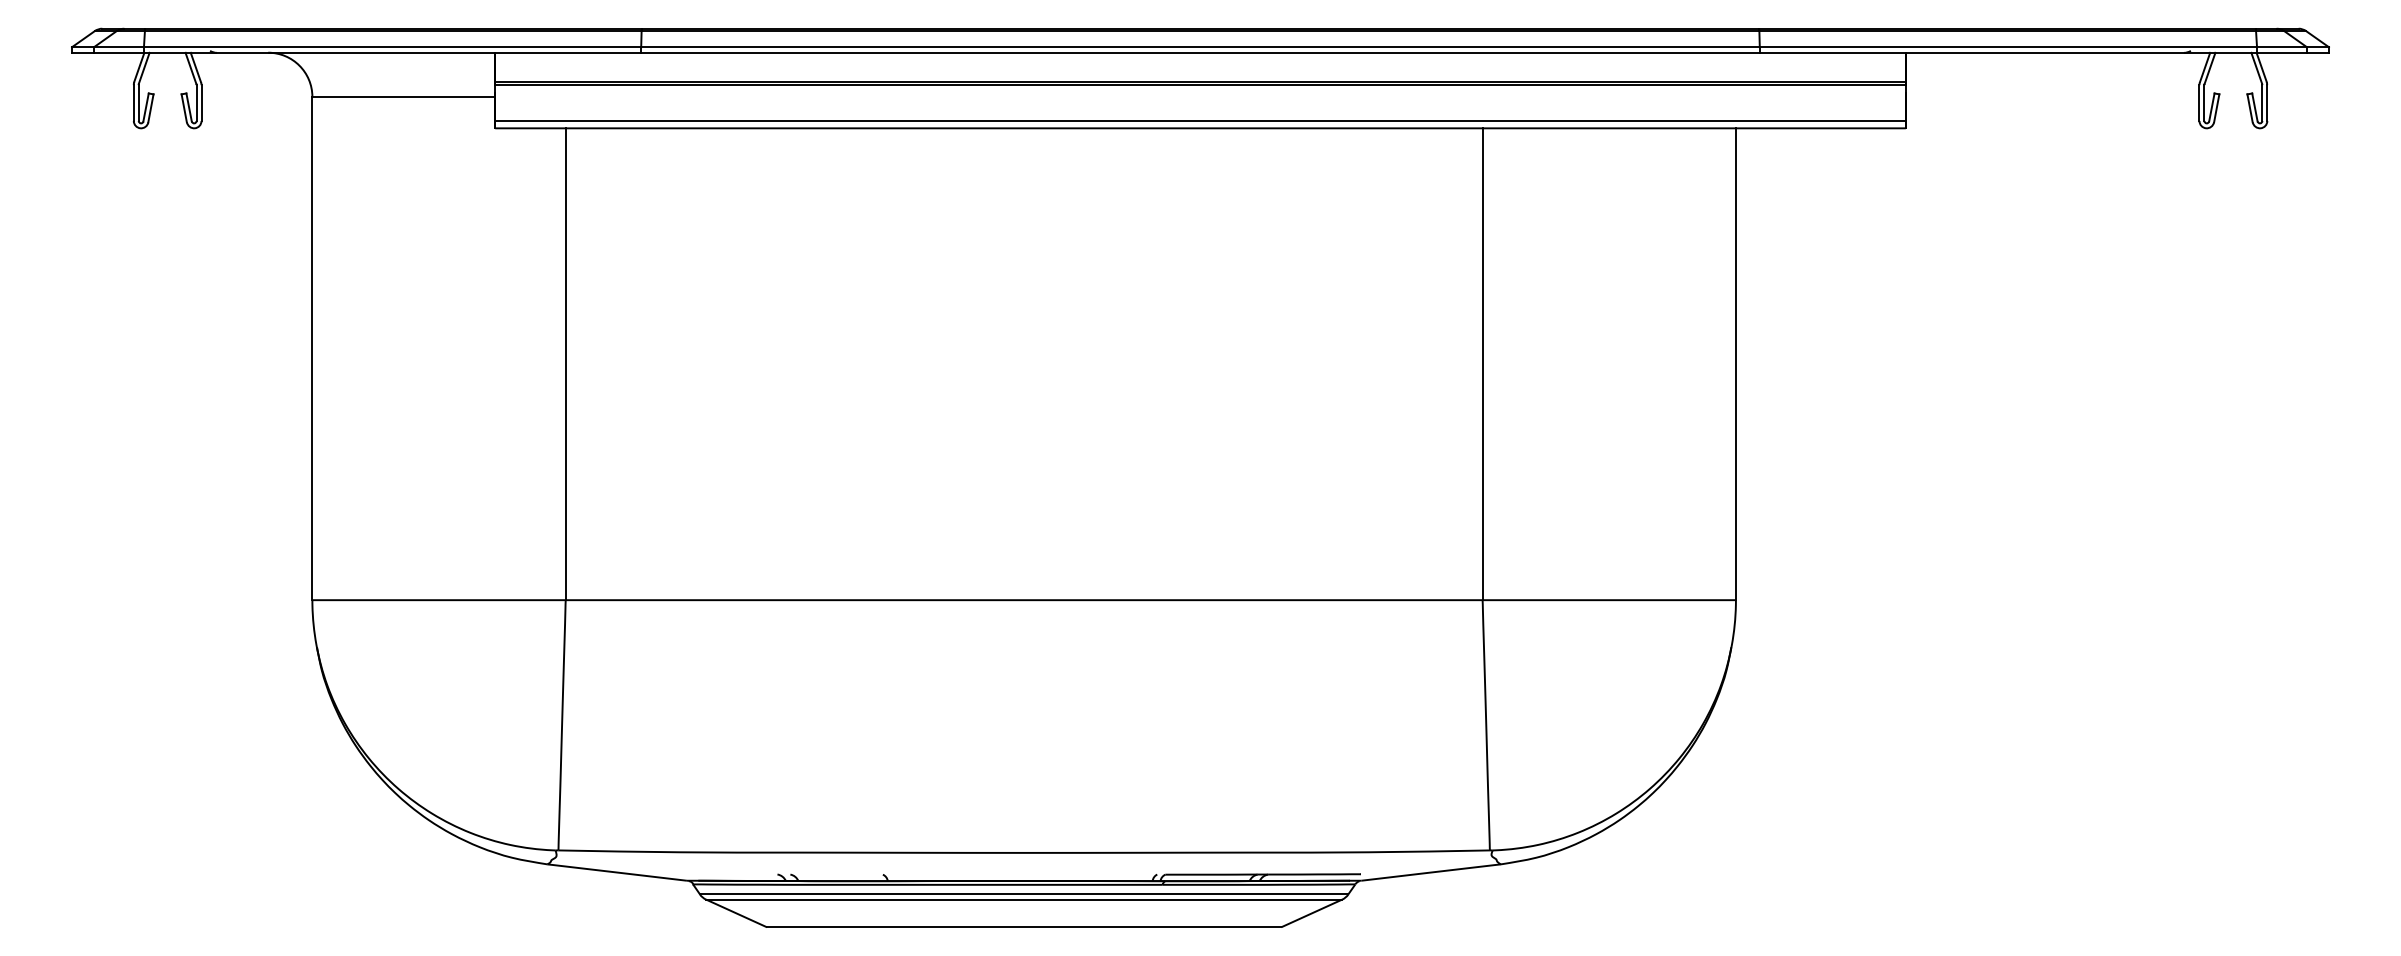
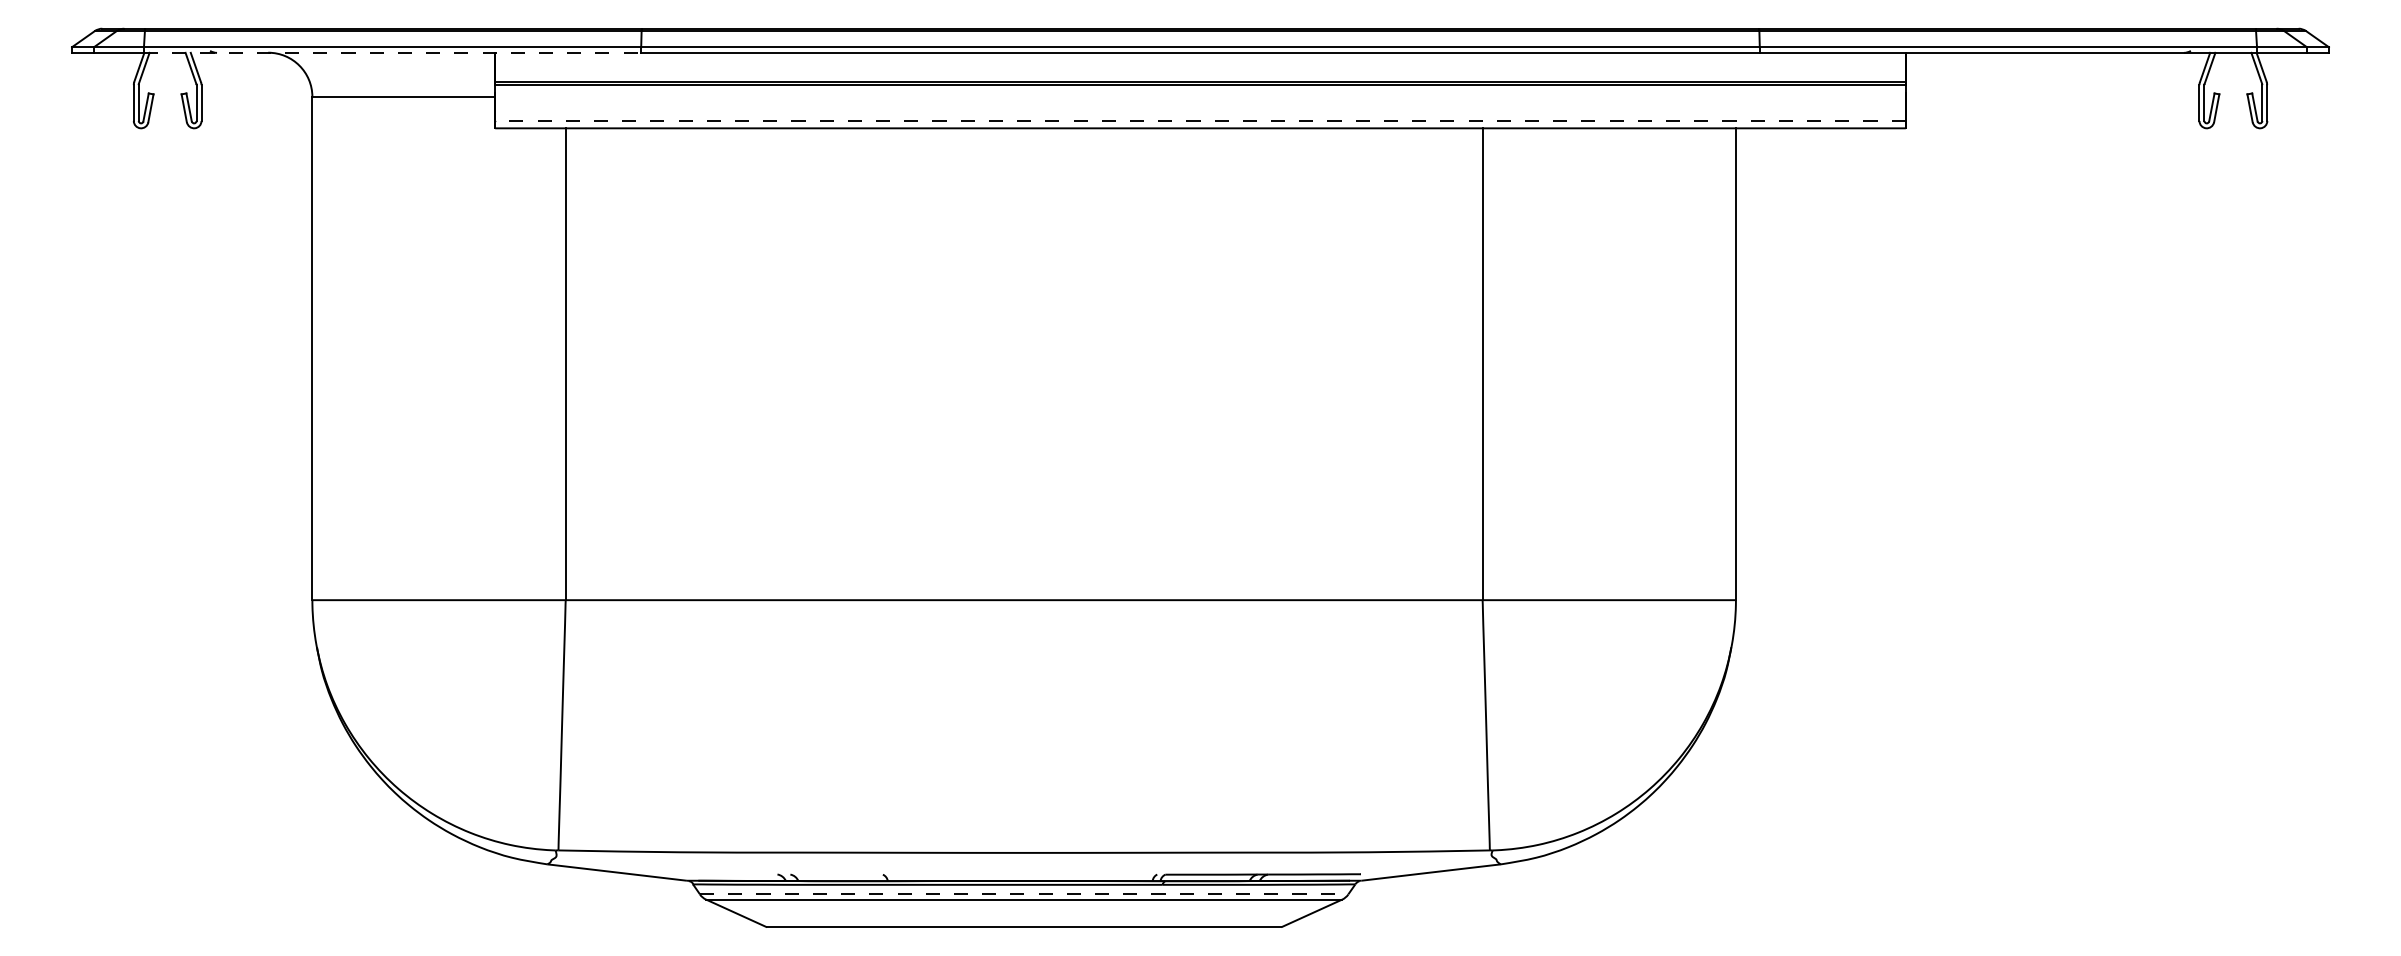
line at (392, 52): solid -> dashed
line at (1200, 121): solid -> dashed
line at (1024, 894): solid -> dashed
